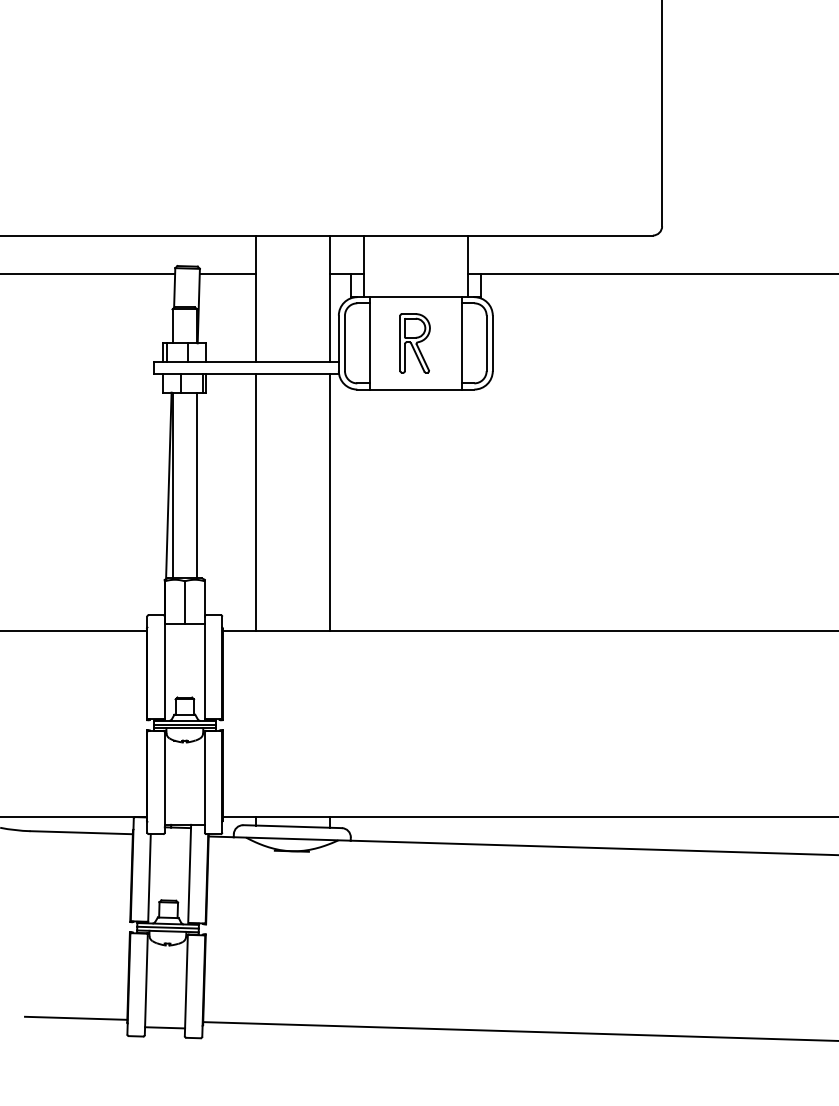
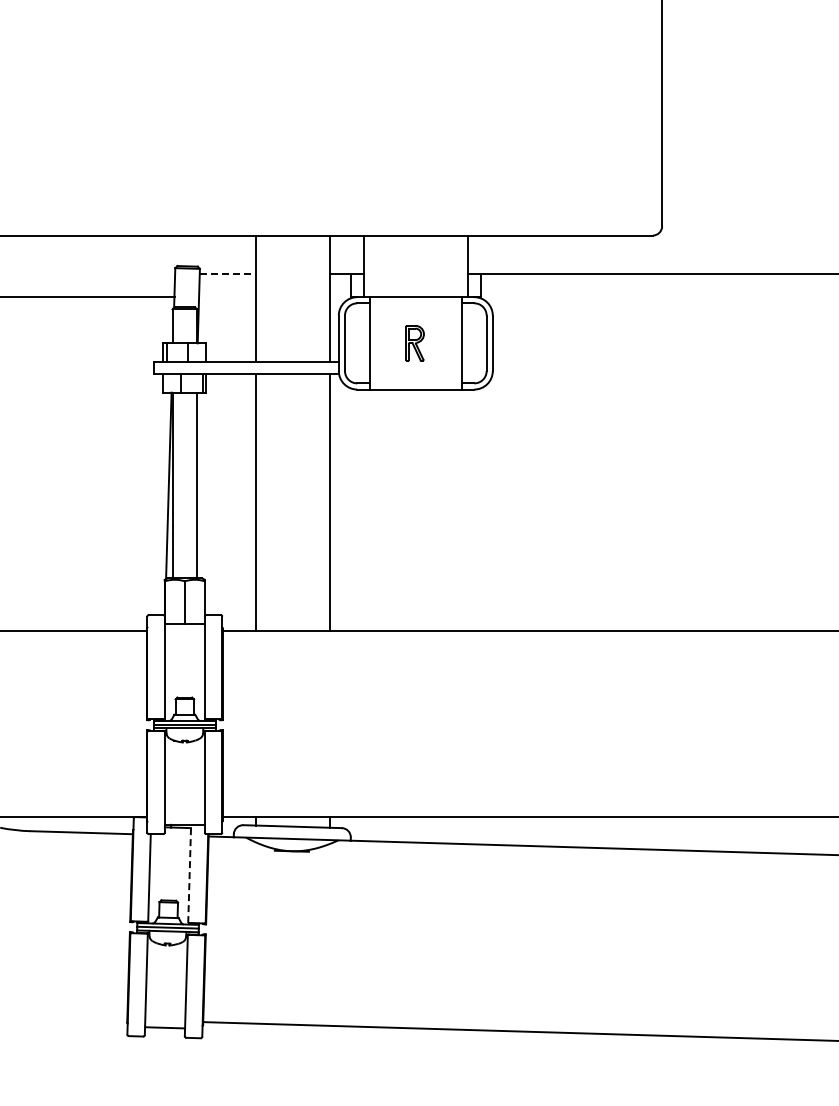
line at (88, 274) position: (88, 274) -> (88, 297)
line at (227, 274): solid -> dashed
part at (414, 343) size: 32x61 px -> 20x37 px
line at (189, 873): solid -> dashed
line at (76, 1017): present -> none
